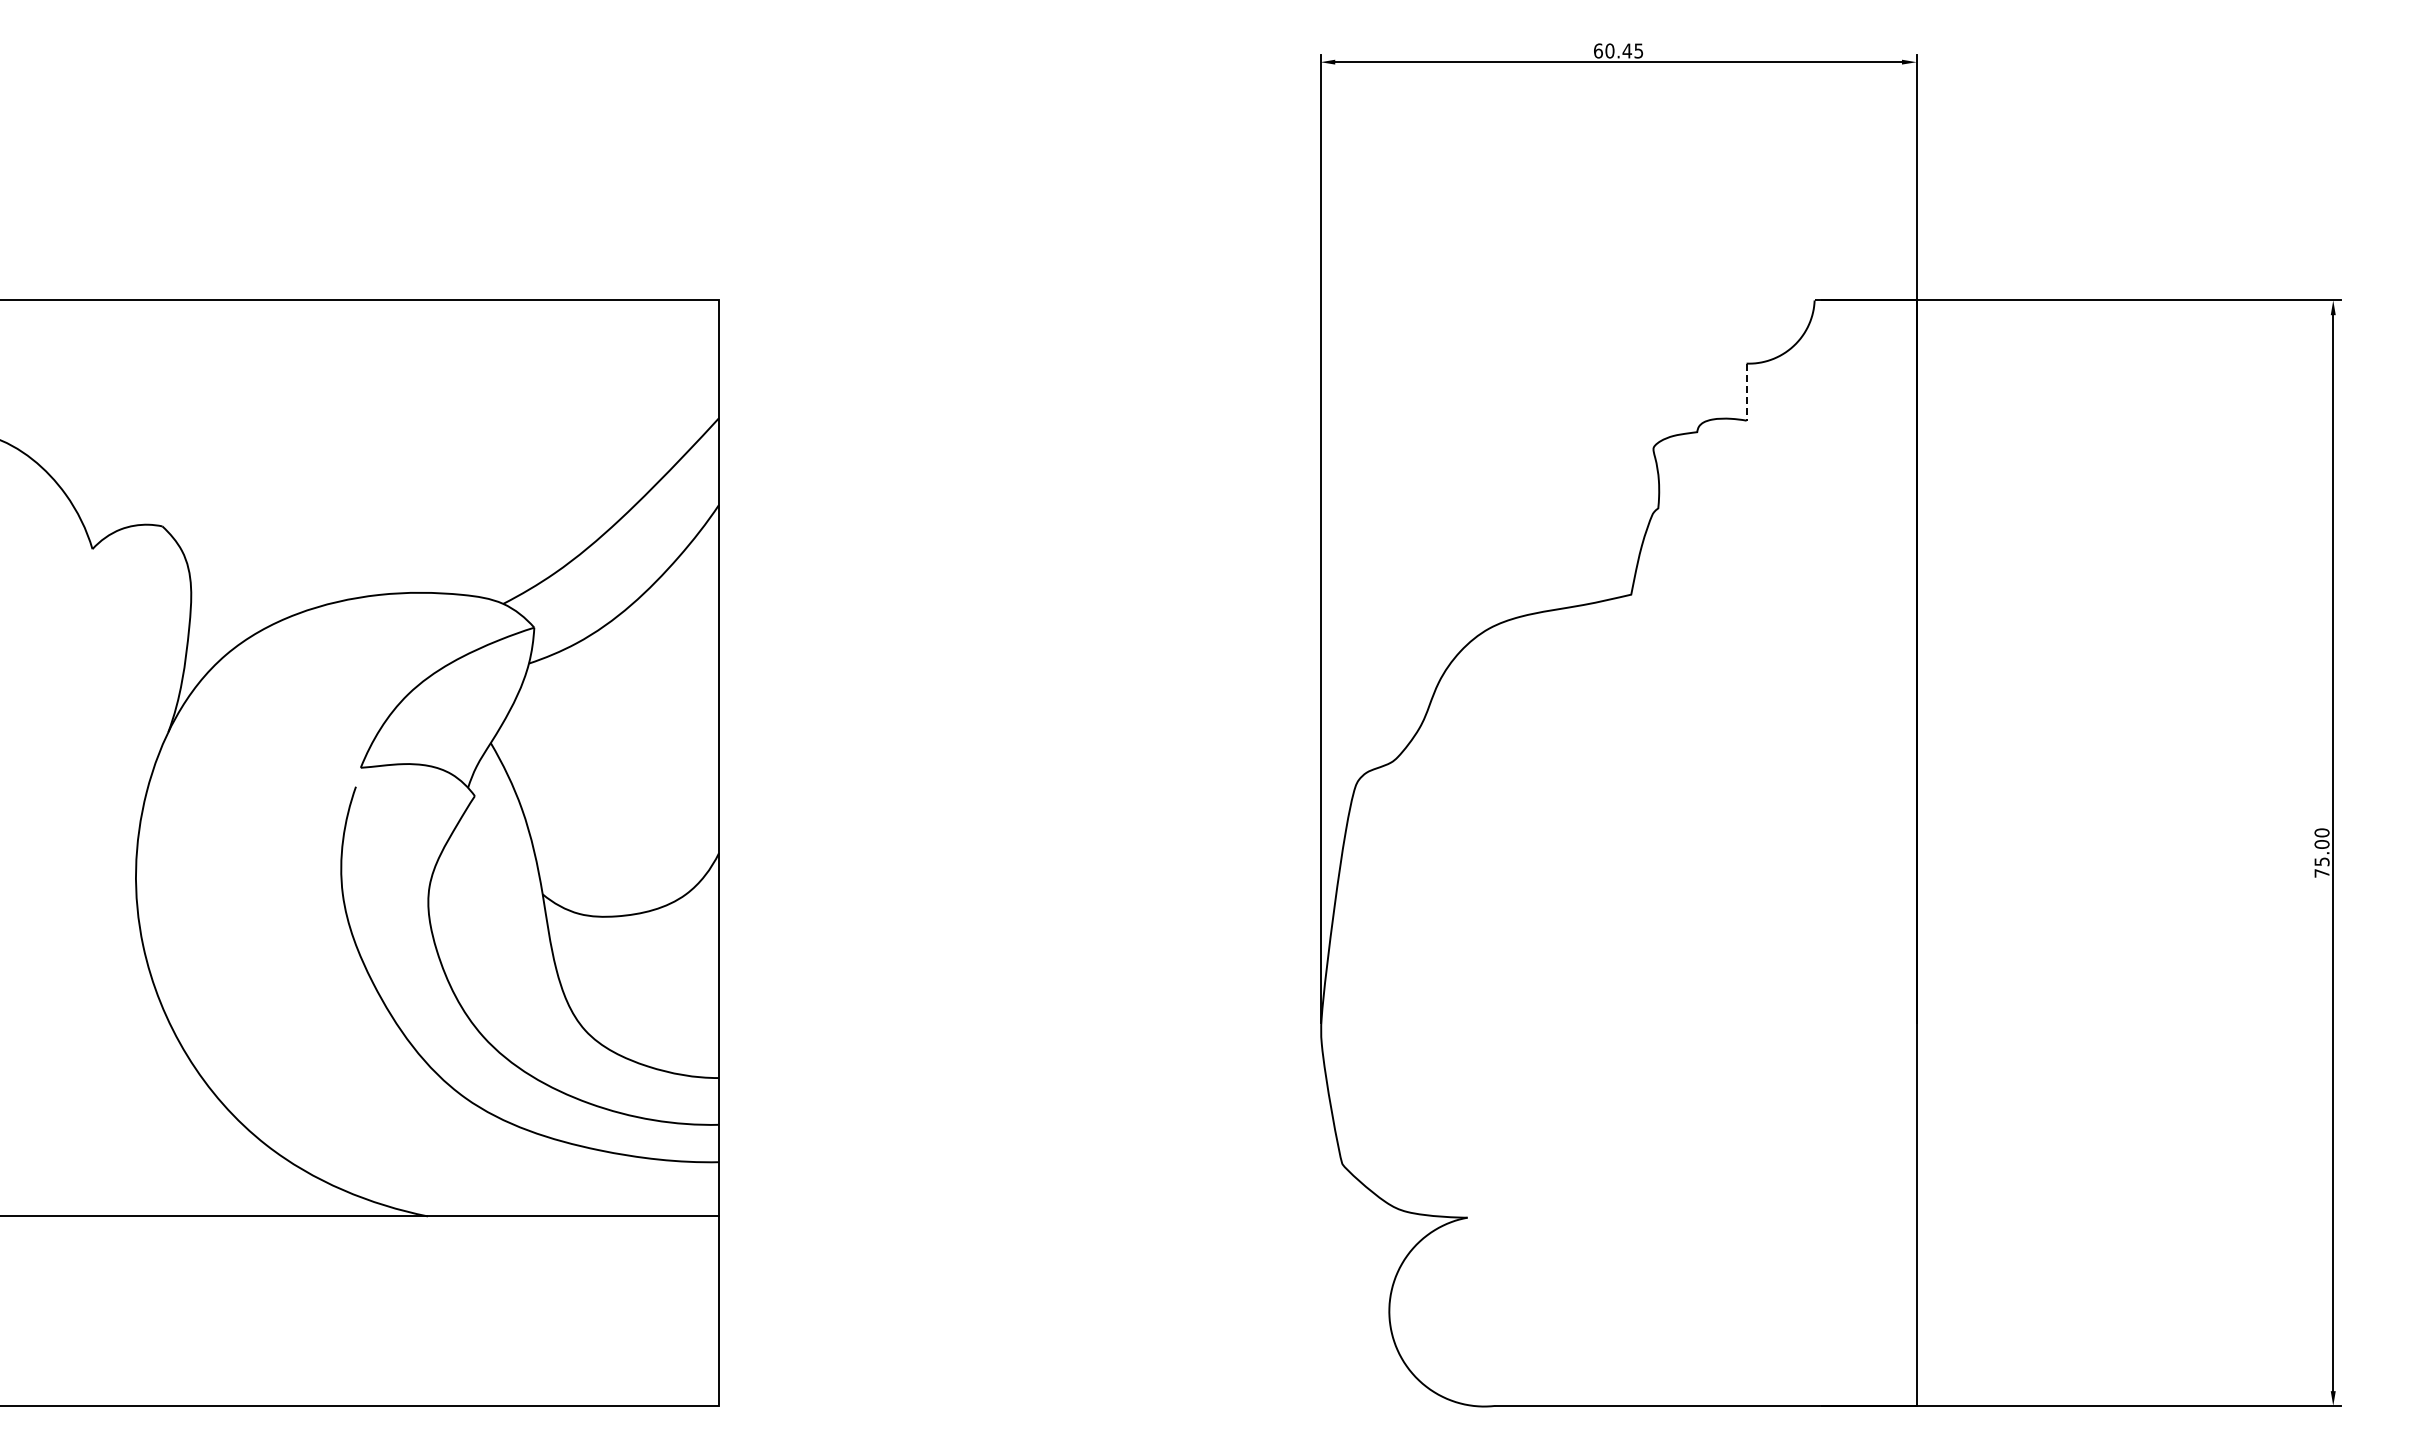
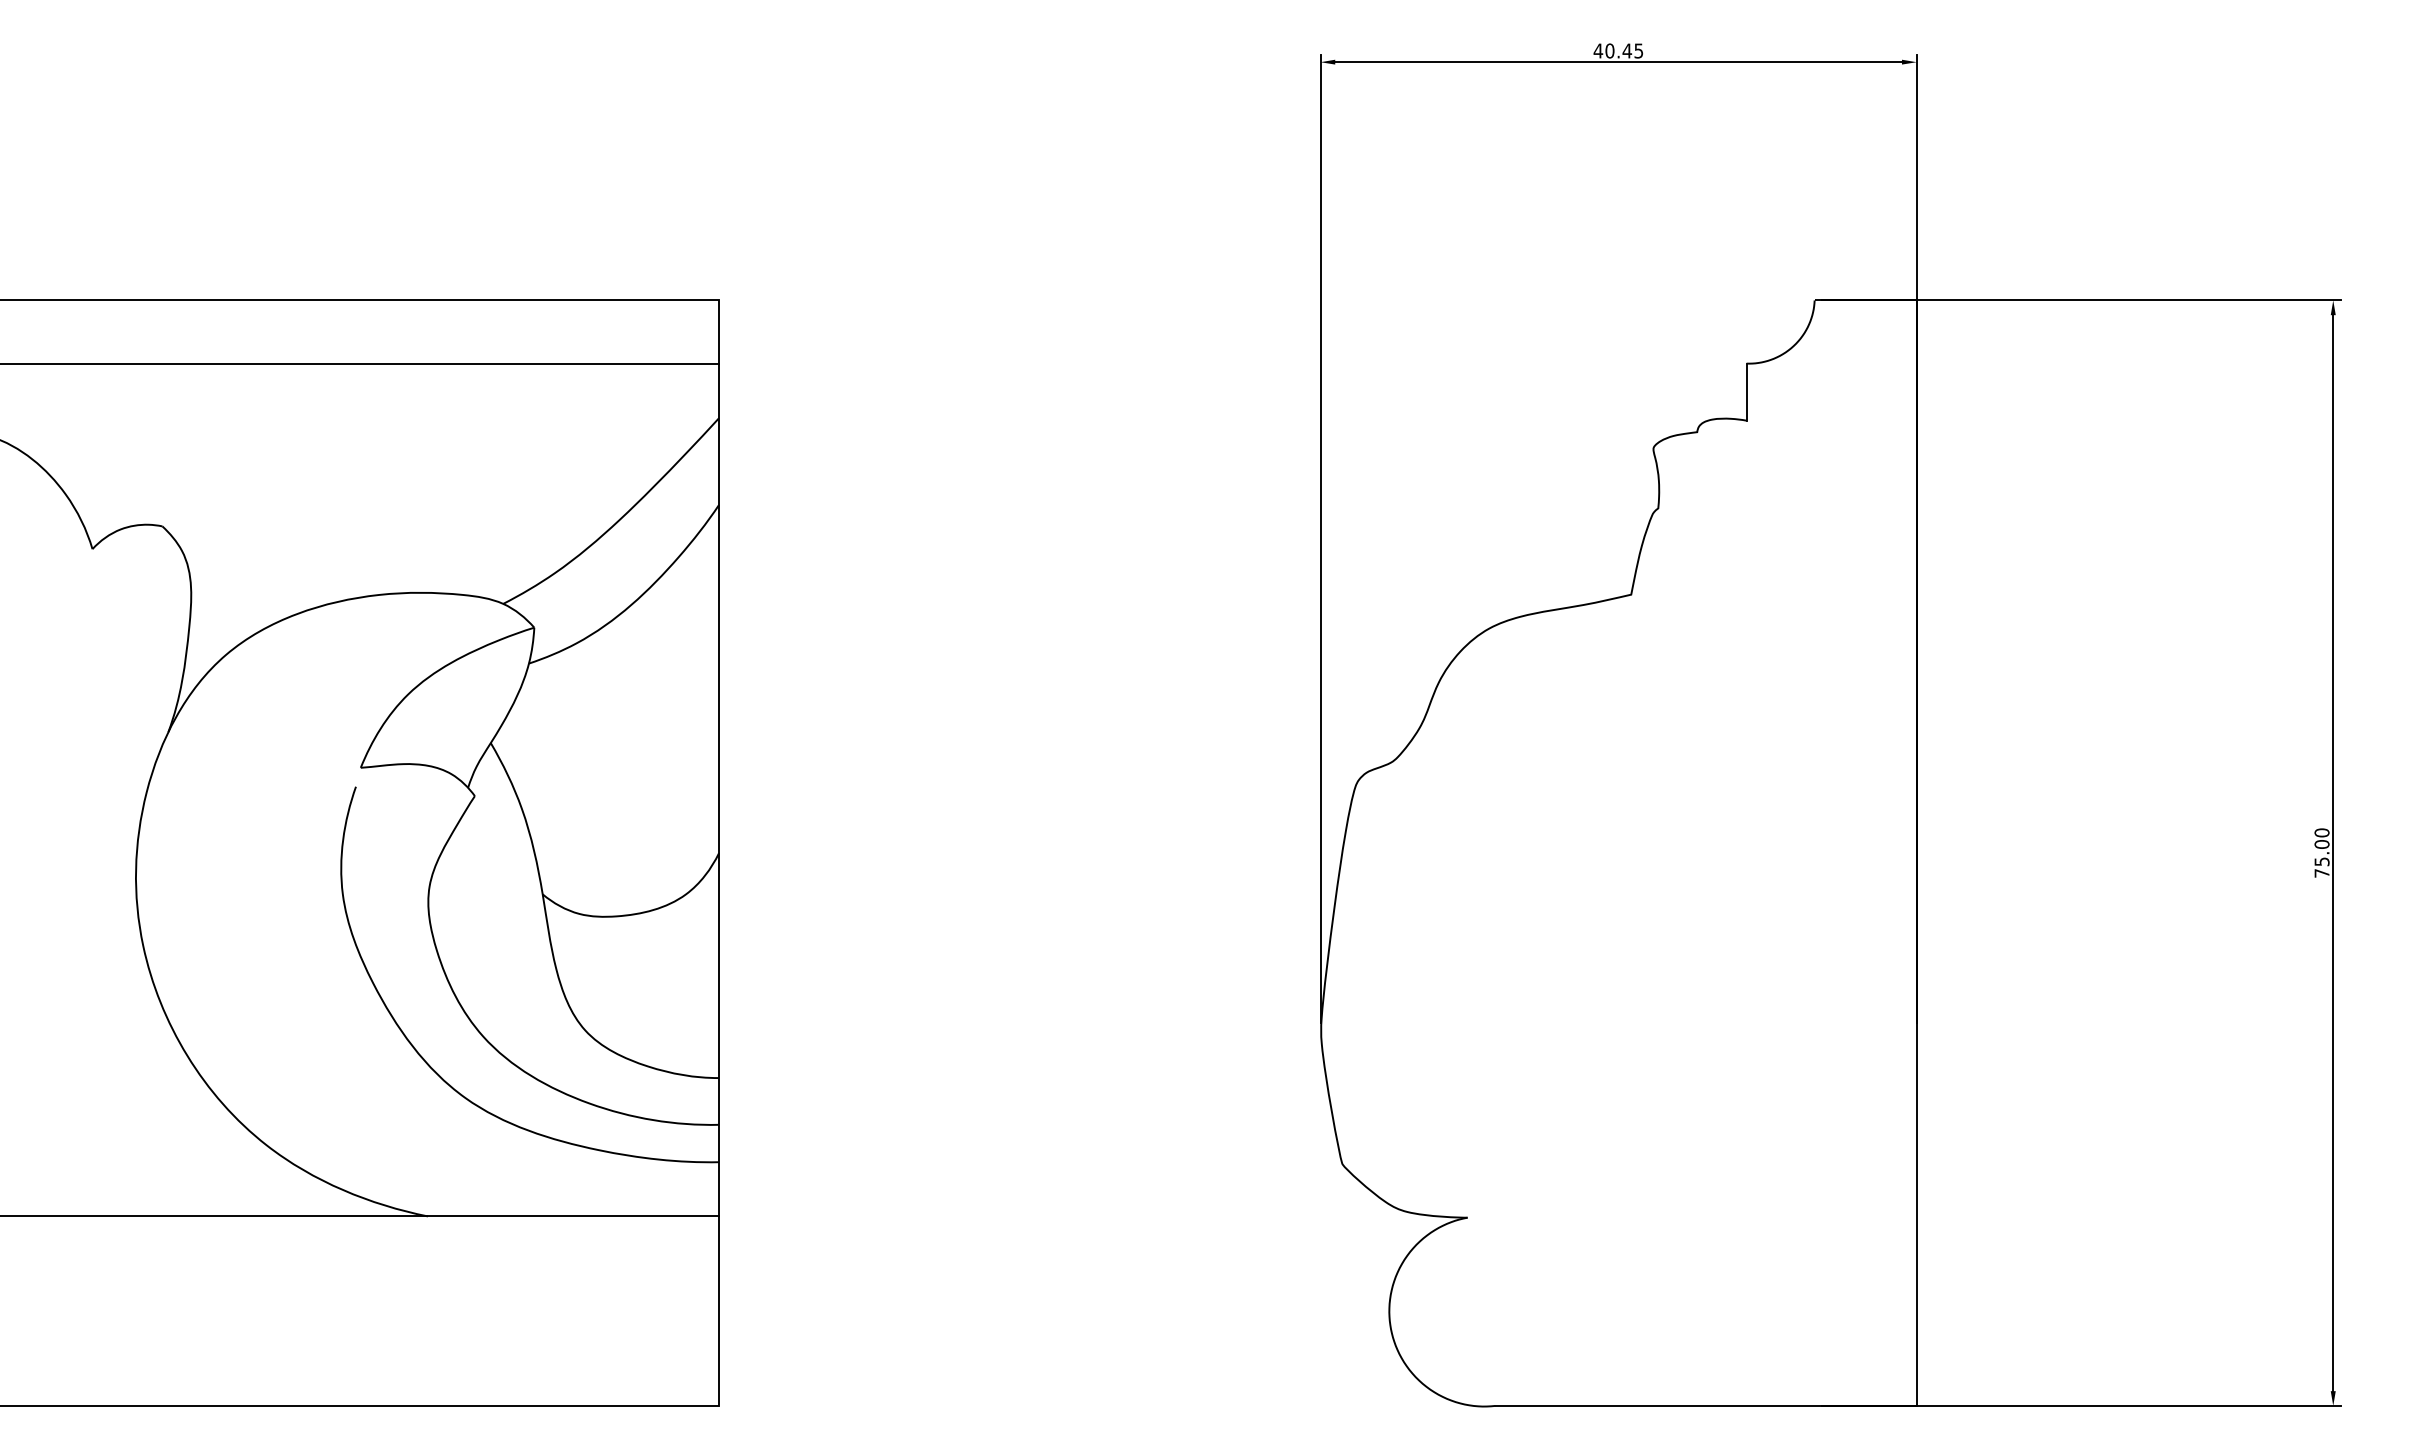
text at (1598, 50): 60.45 -> 40.45
line at (360, 363): none -> present
line at (1746, 392): dashed -> solid
